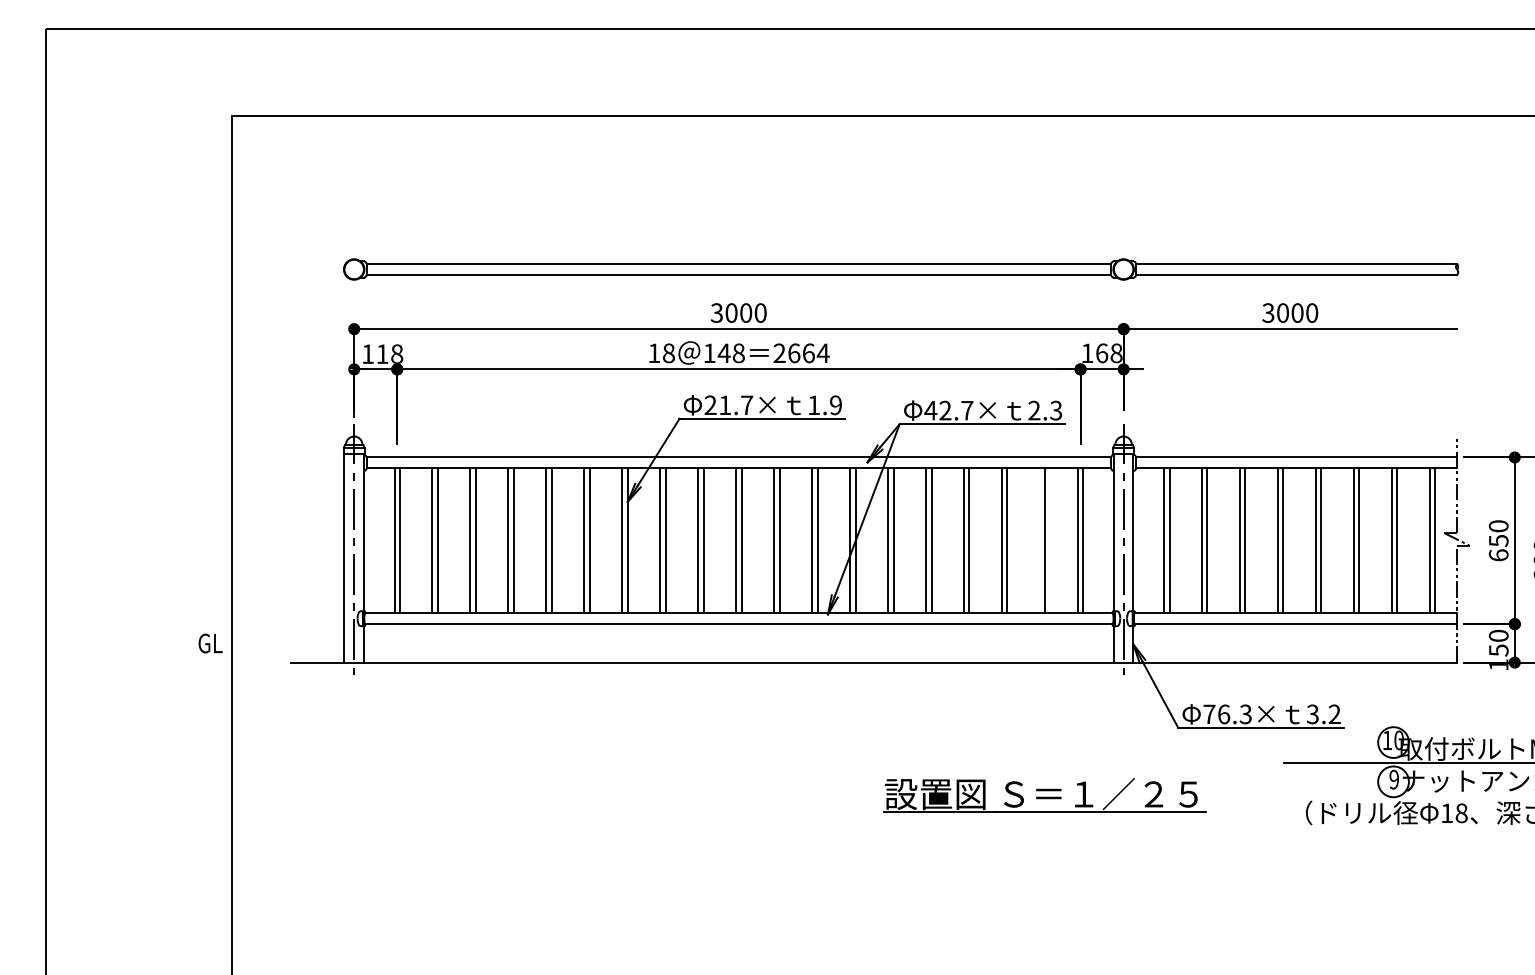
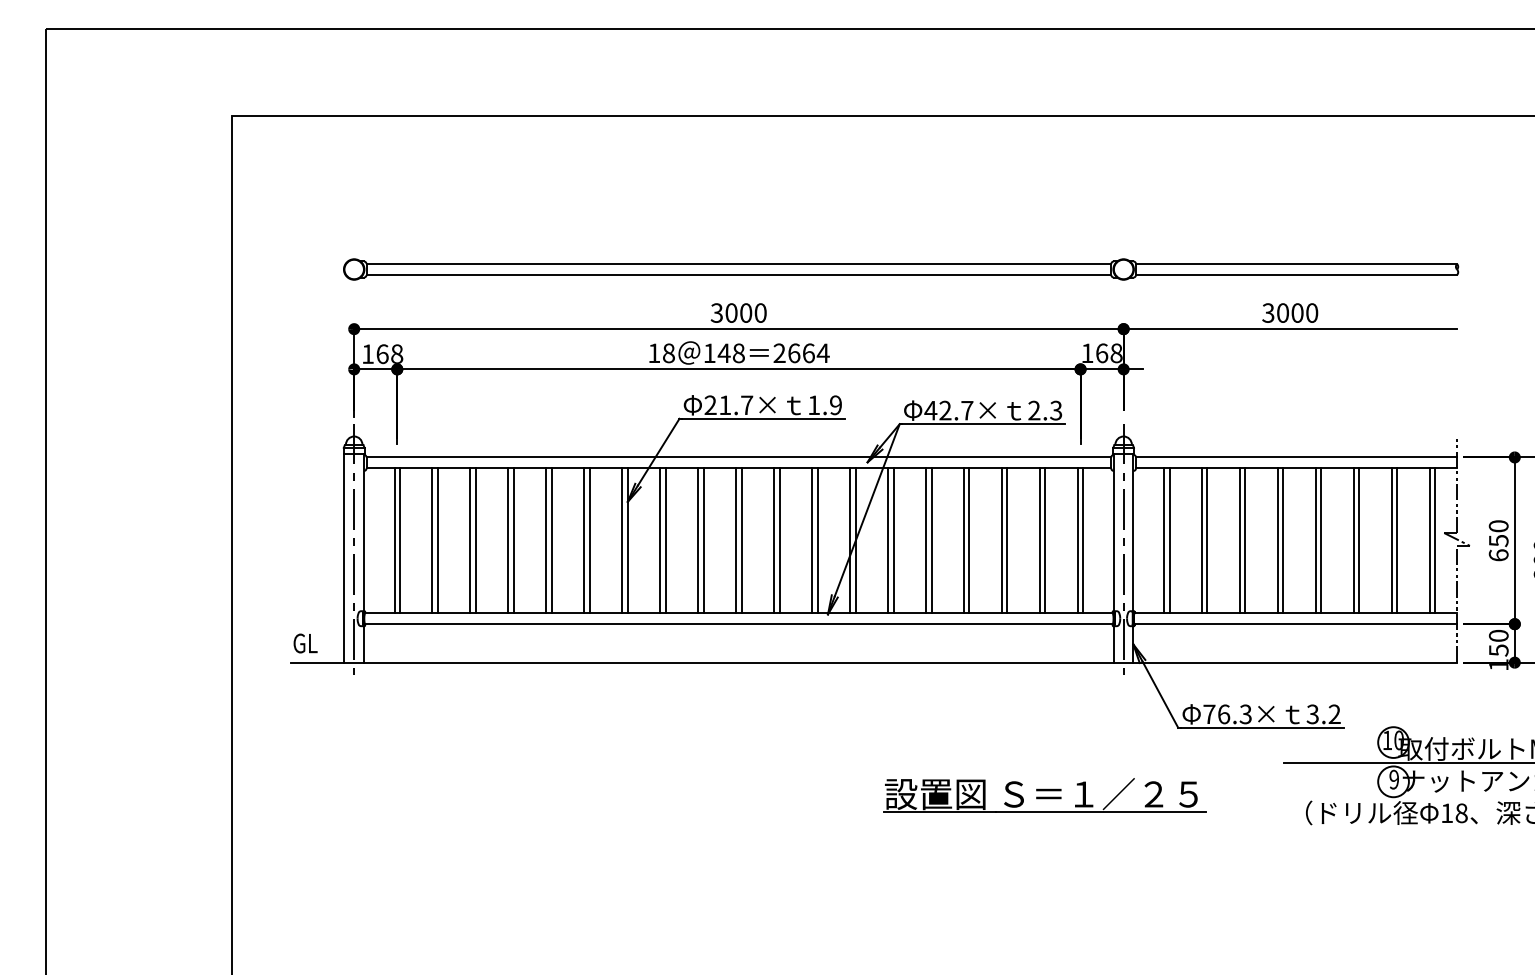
text at (382, 354): 118 -> 168
line at (1039, 540): none -> present
text at (210, 643) position: (210, 643) -> (305, 643)
